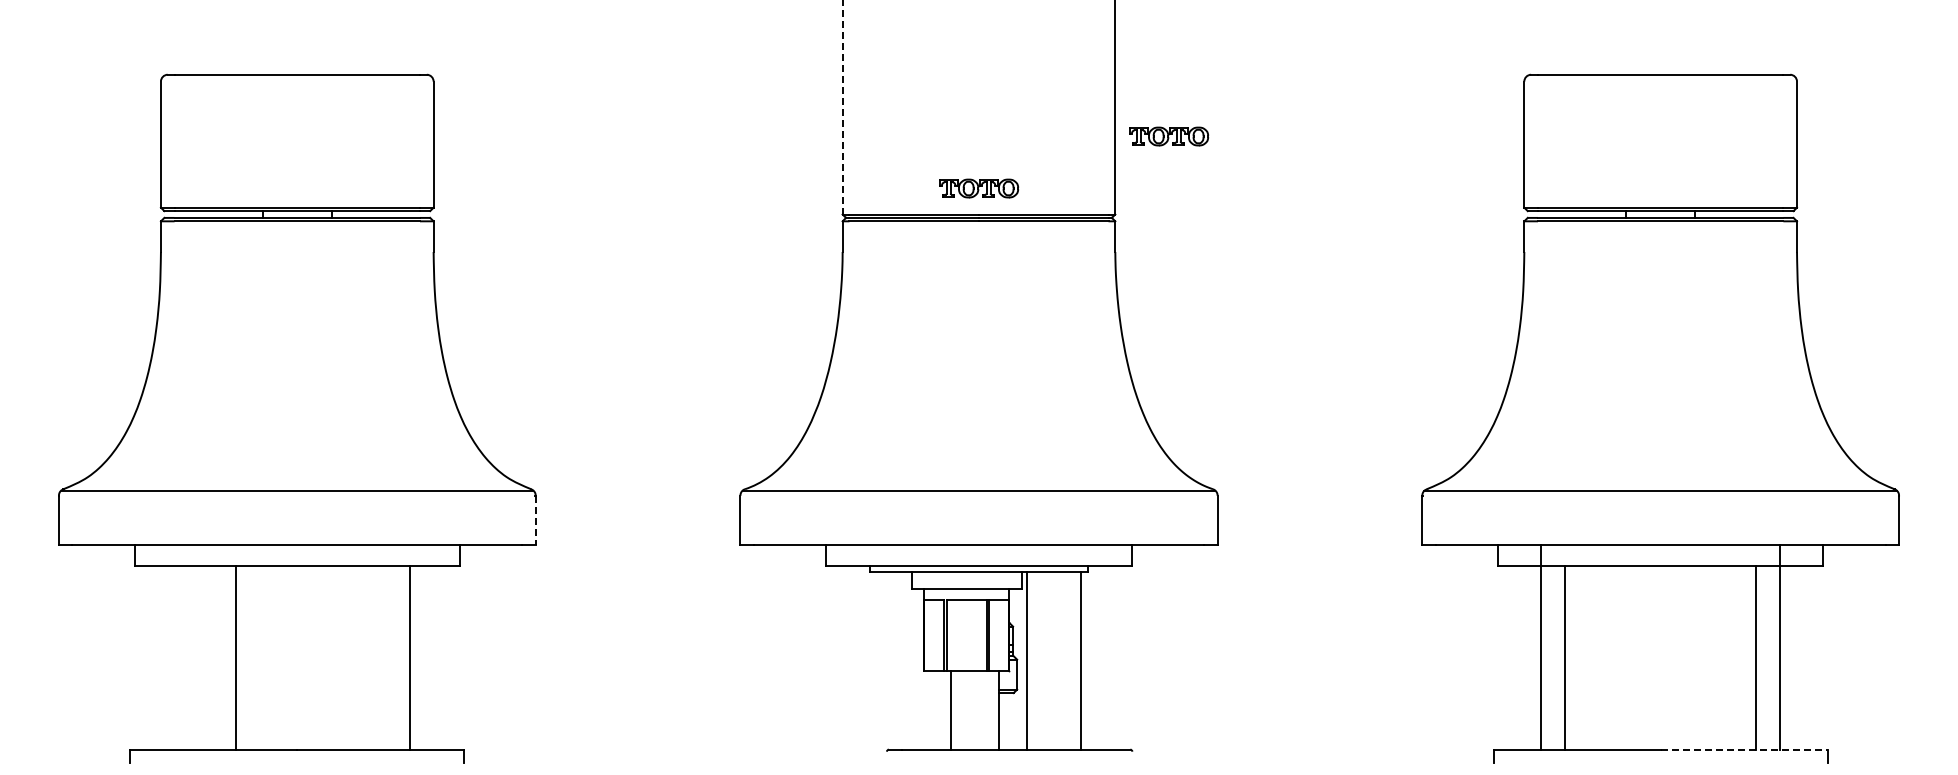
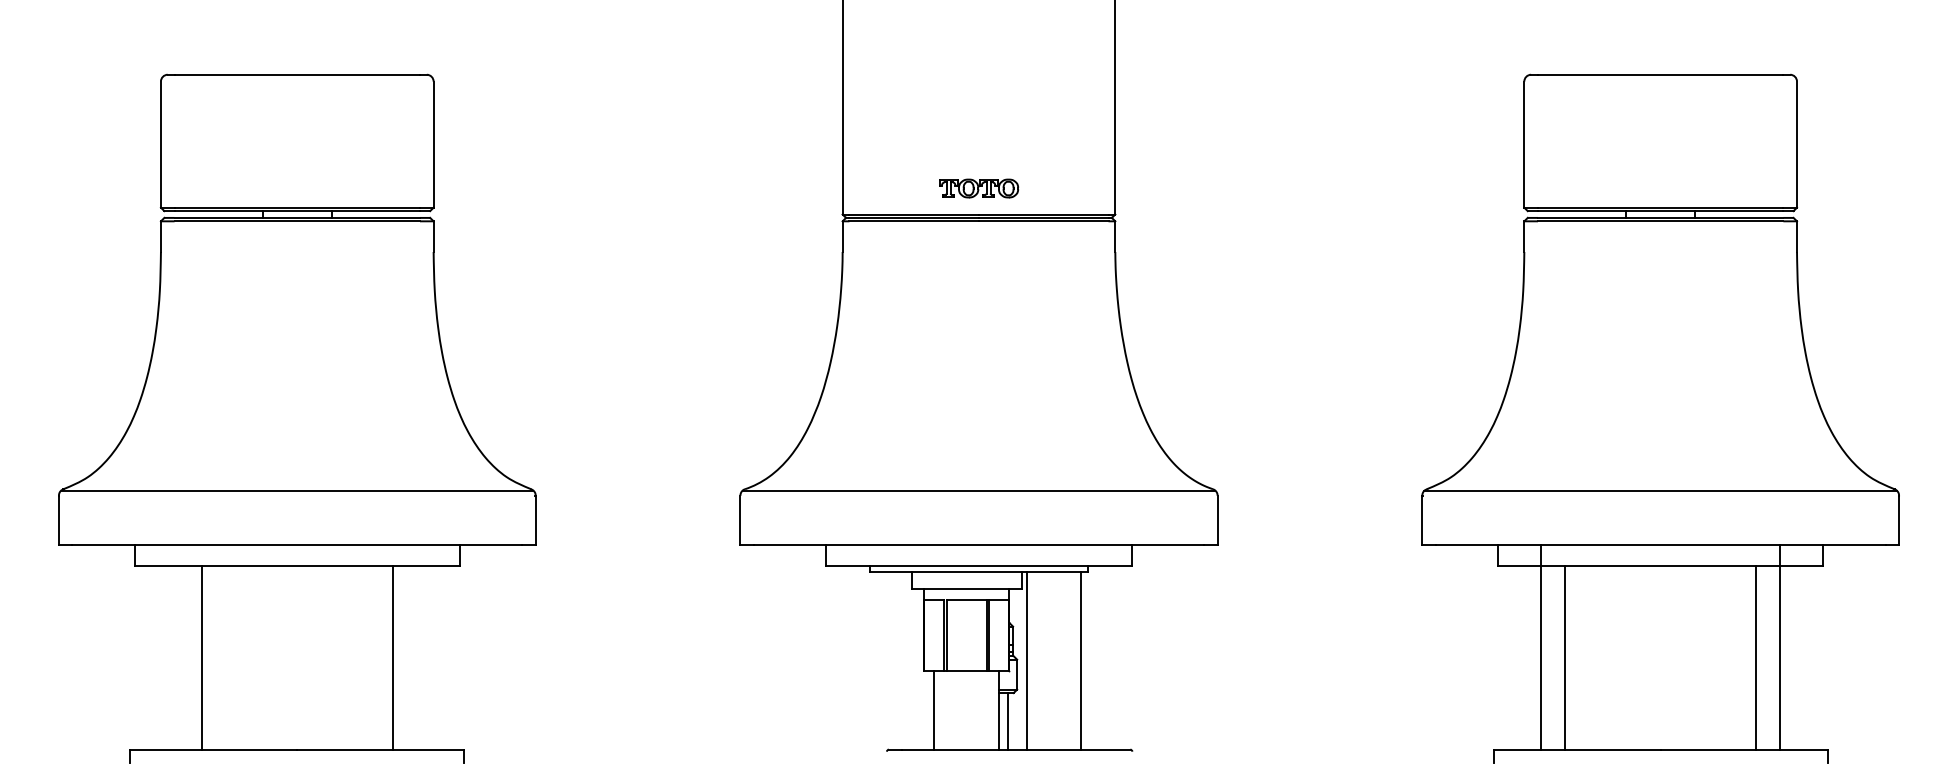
line at (842, 107): dashed -> solid
part at (1169, 136): present -> none
line at (535, 520): dashed -> solid
line at (235, 657) position: (235, 657) -> (201, 657)
line at (409, 657) position: (409, 657) -> (392, 657)
line at (951, 710) position: (951, 710) -> (934, 710)
line at (1007, 721): none -> present
line at (1744, 749): dashed -> solid
